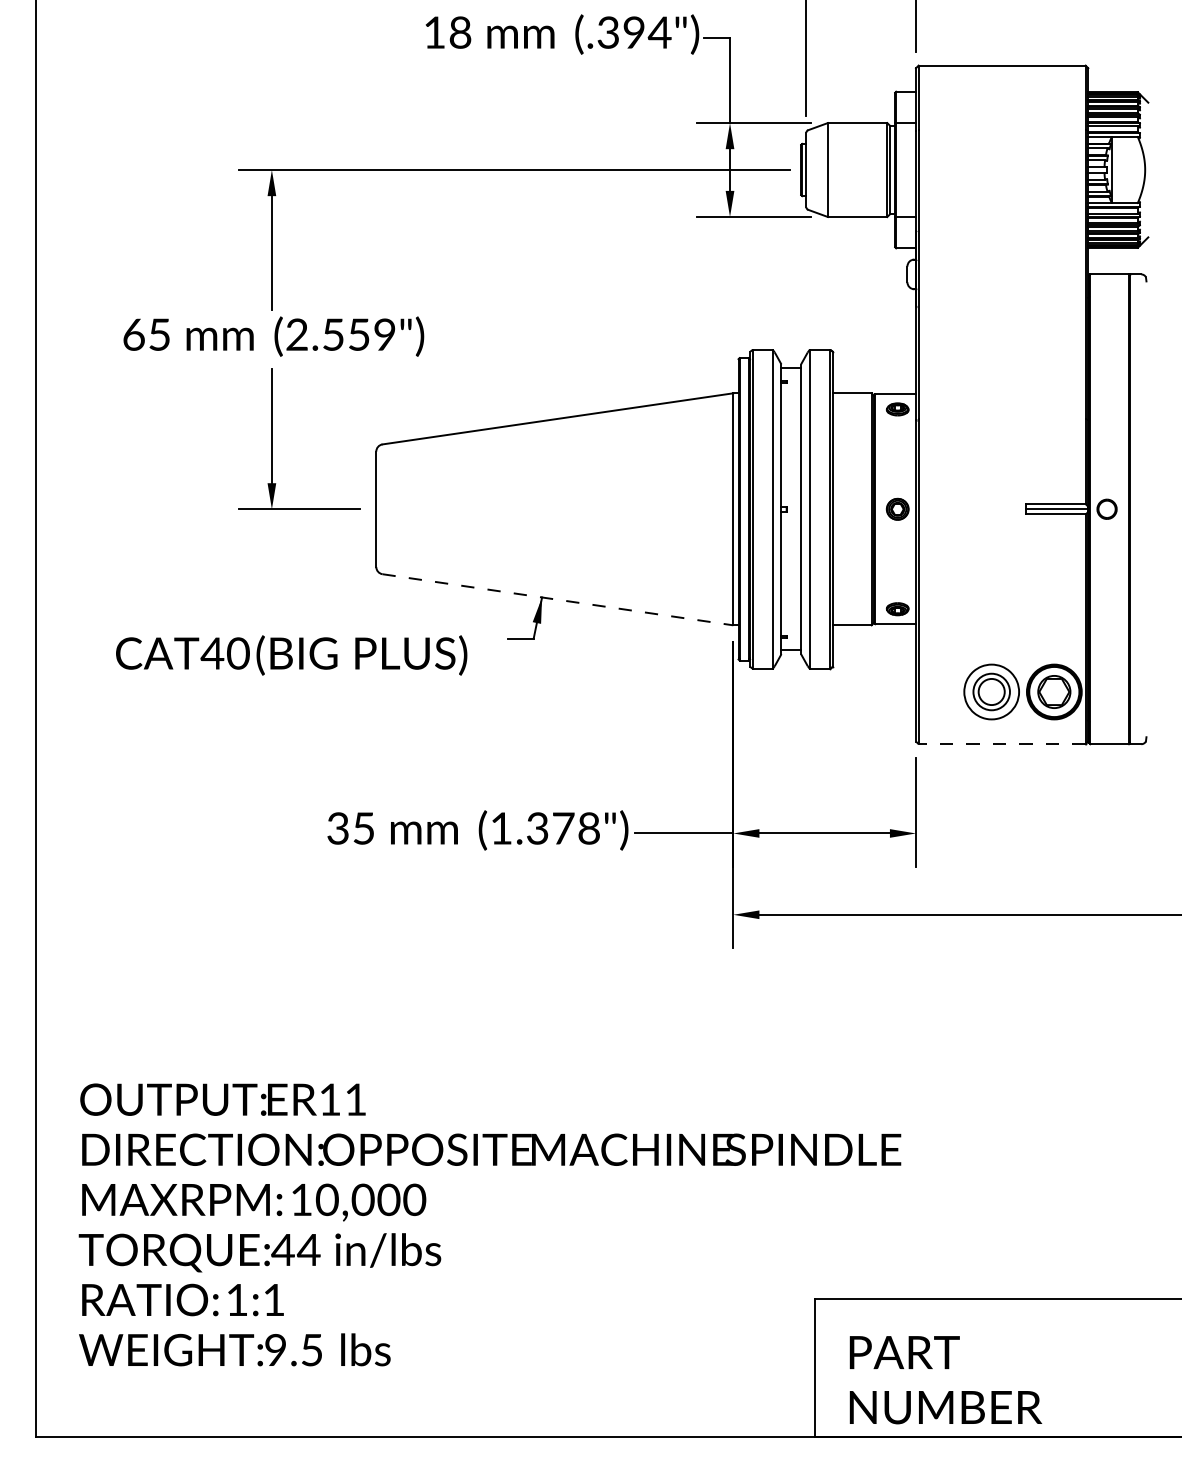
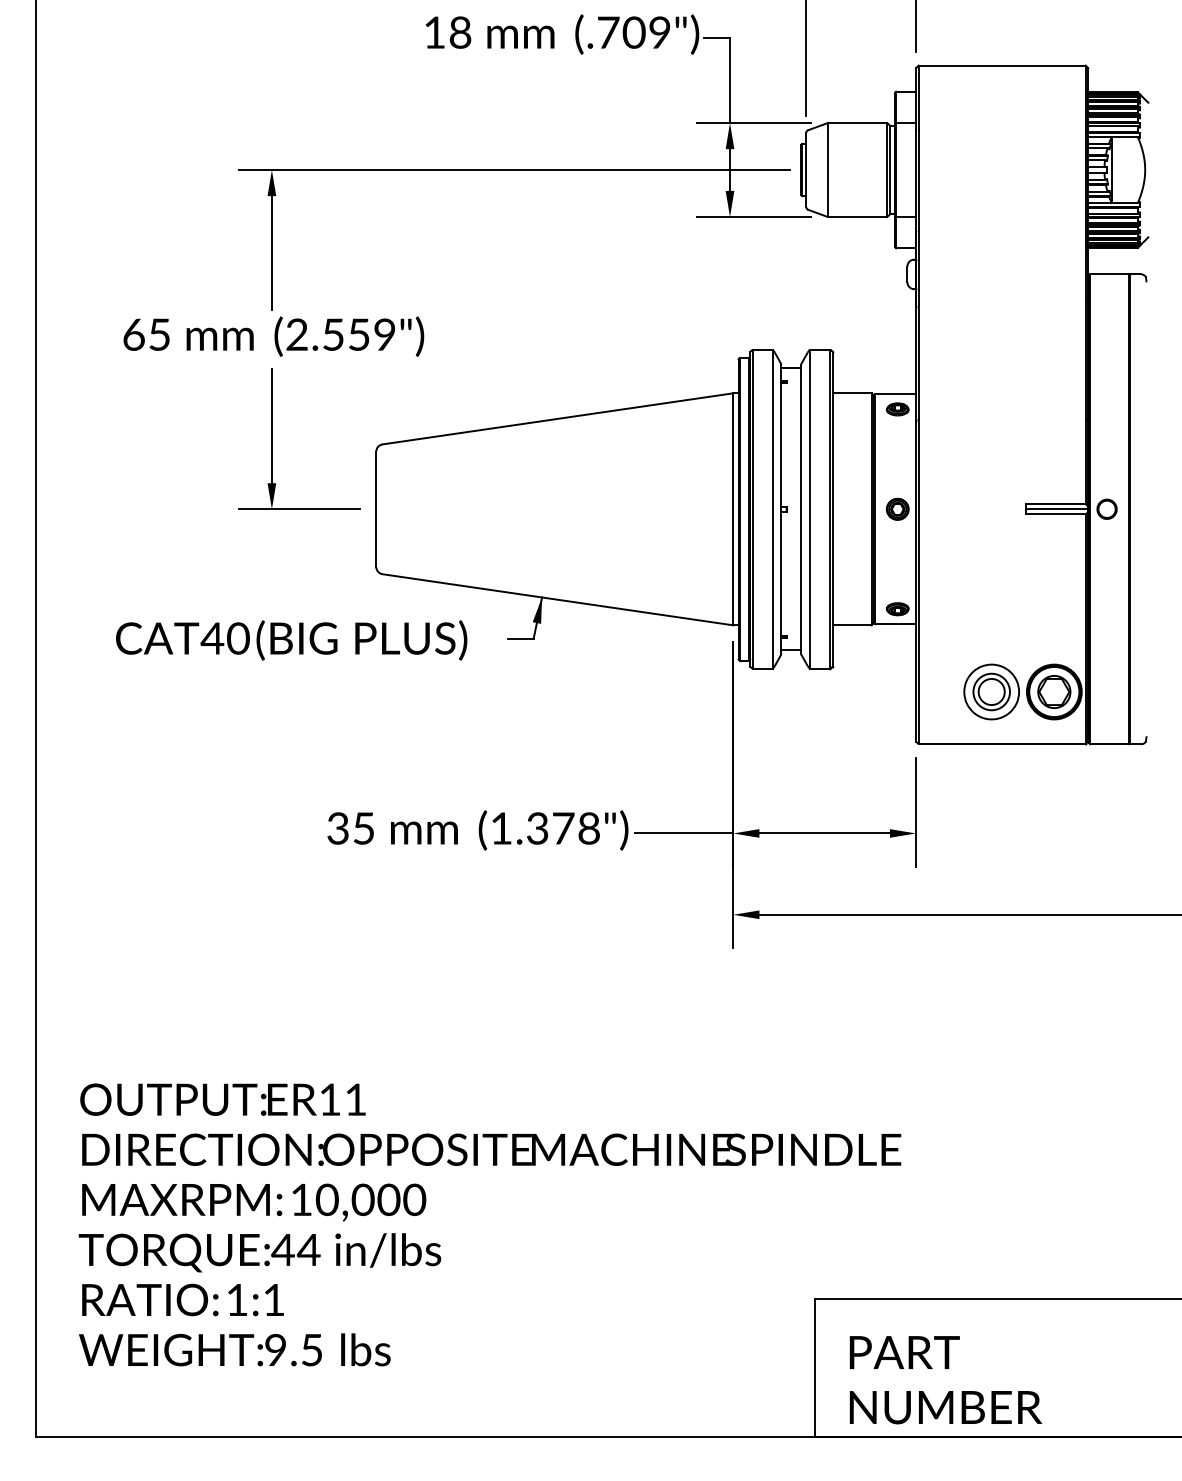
text at (634, 32): (.394") -> (.709")
line at (558, 599): dashed -> solid
text at (291, 655) position: (291, 655) -> (291, 640)
line at (1002, 744): dashed -> solid
